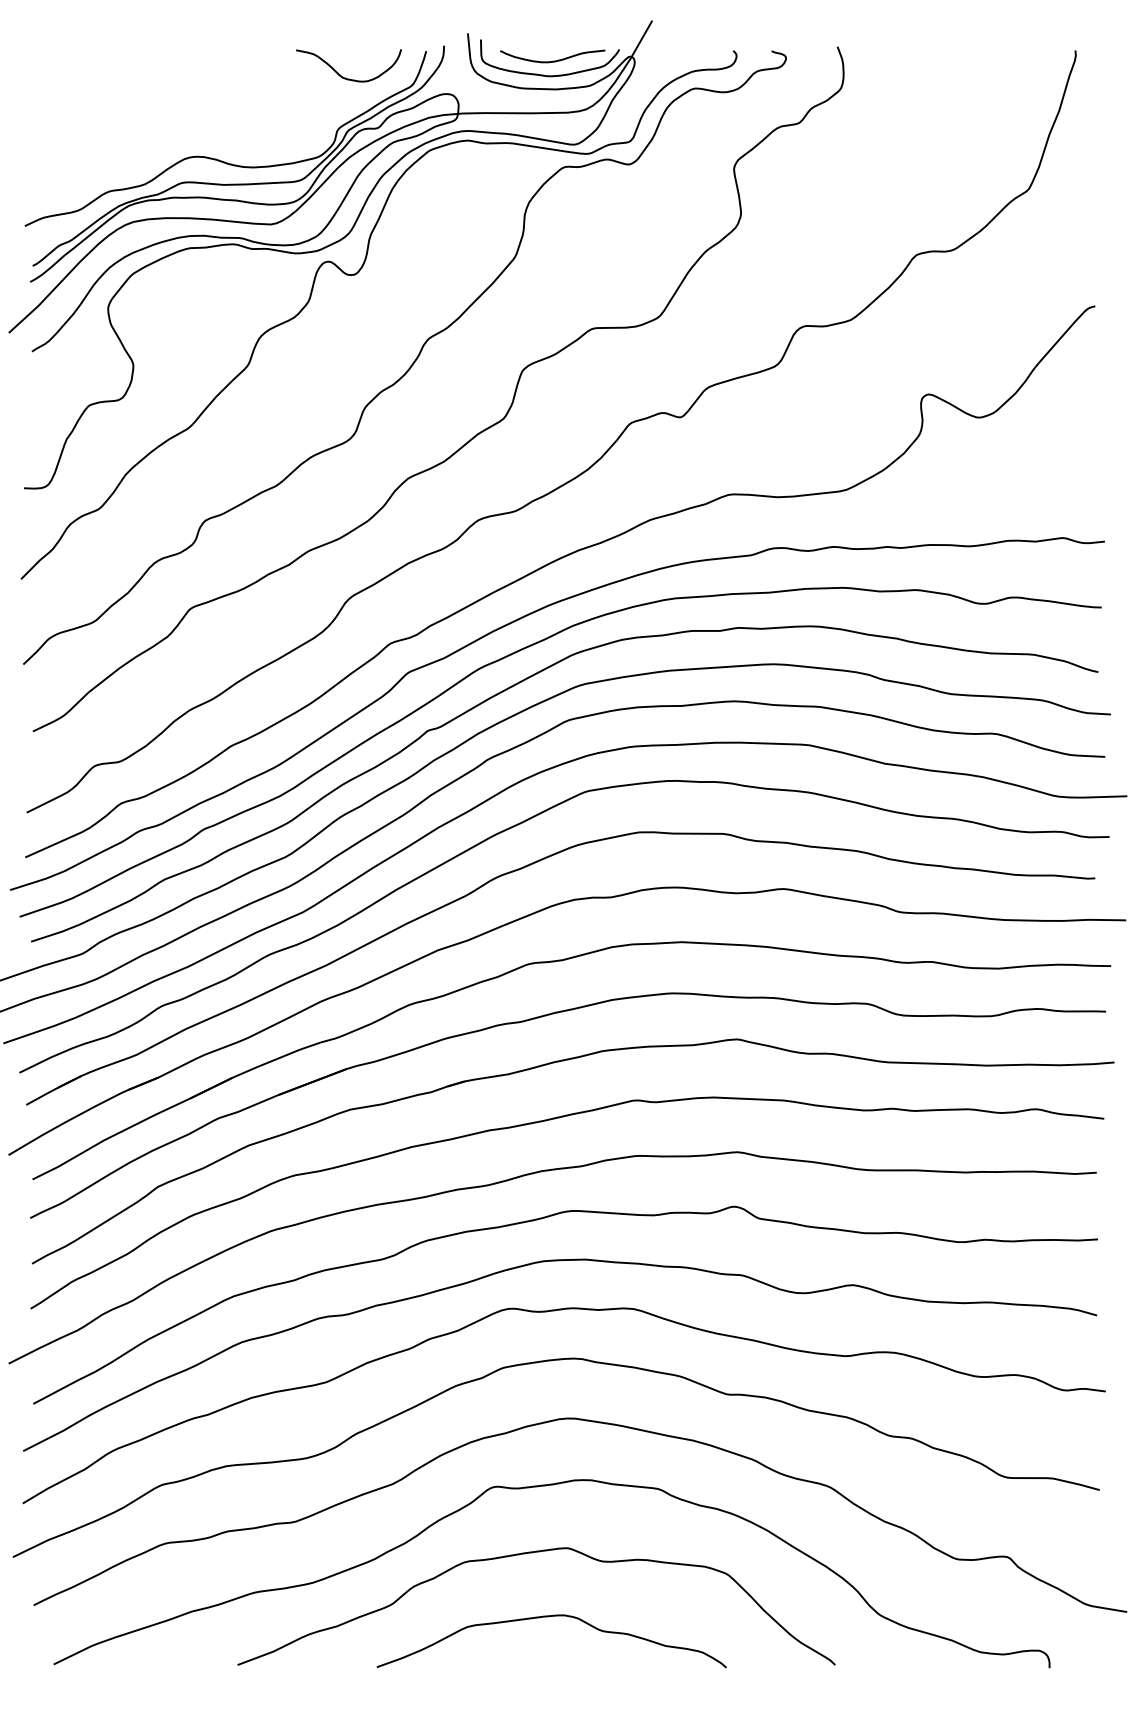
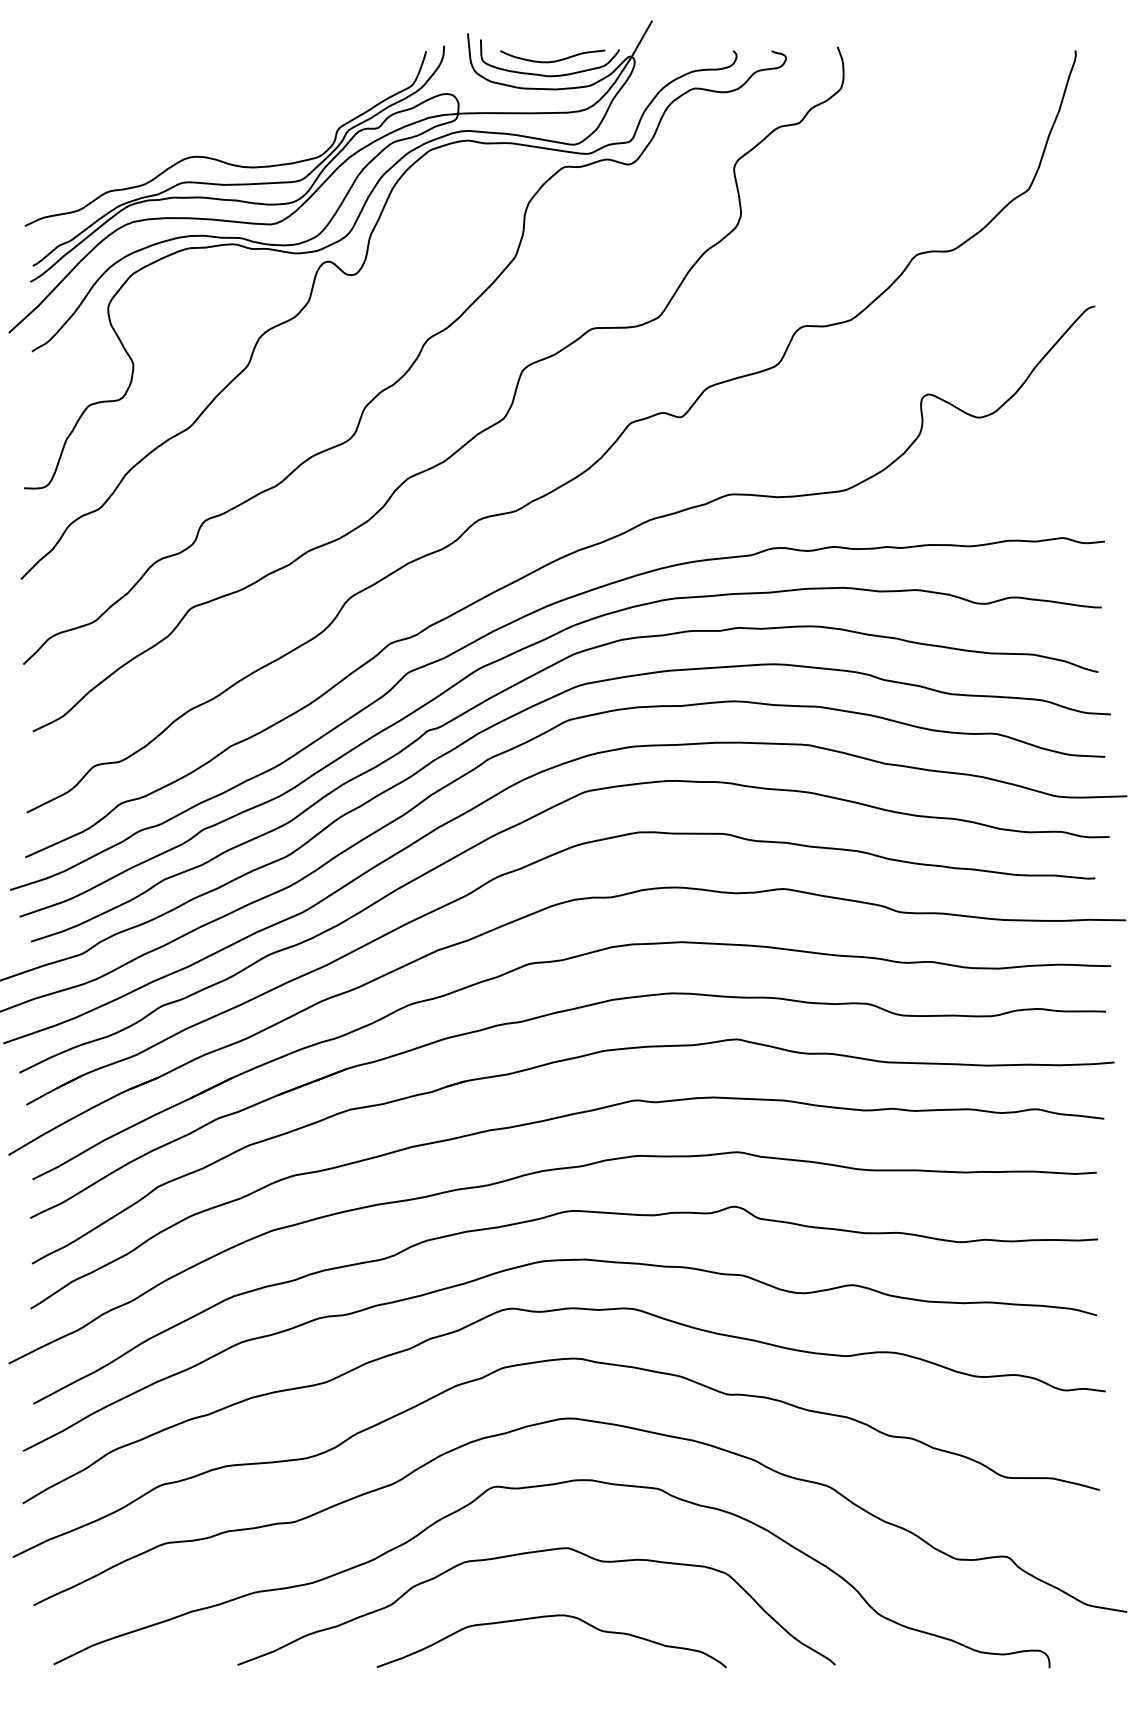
curve at (339, 73): present -> none
